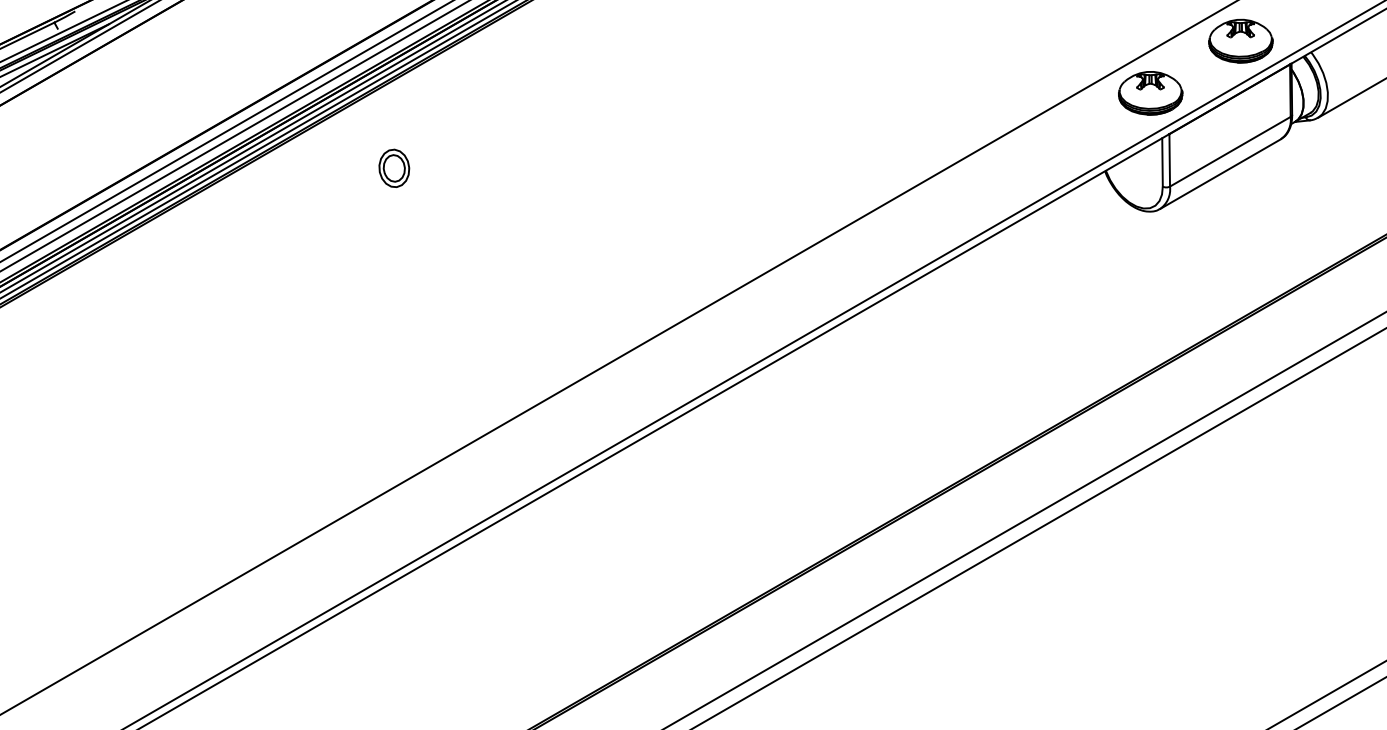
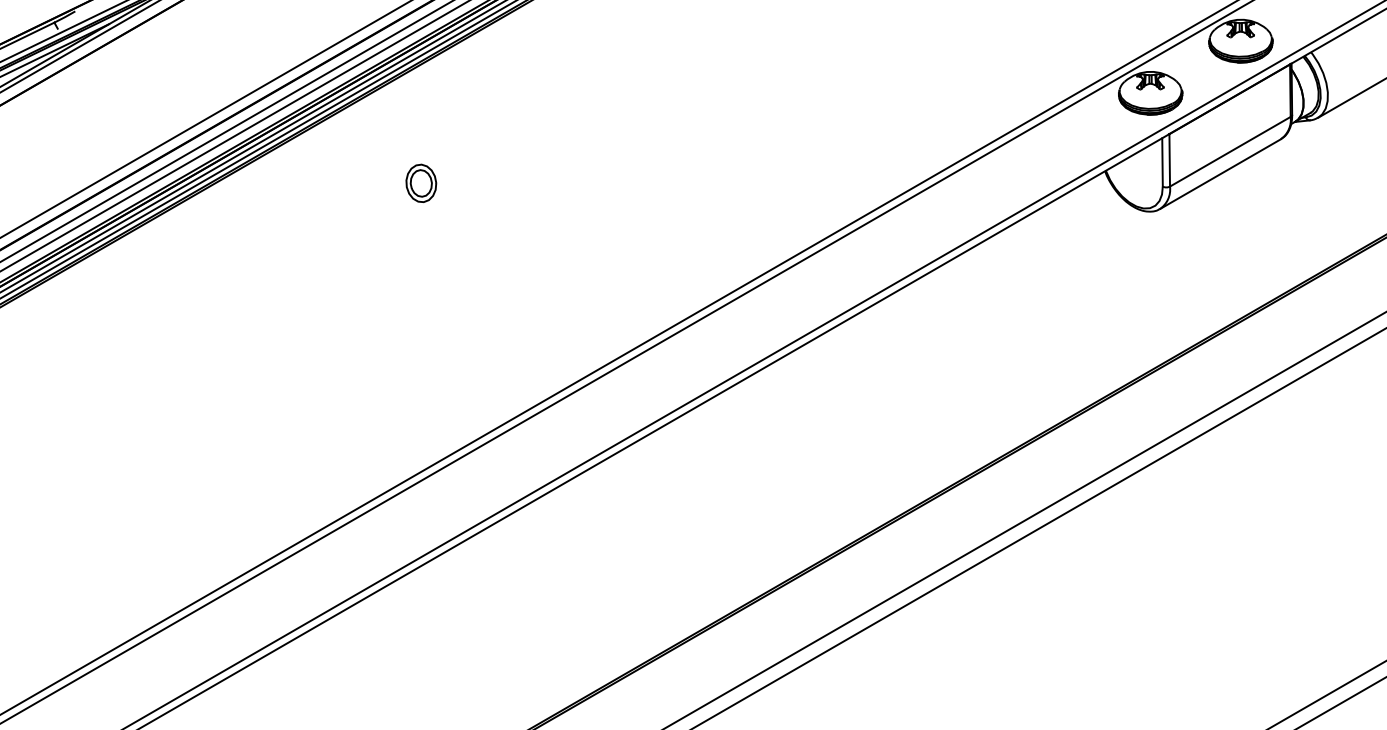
line at (205, 119): none -> present
part at (394, 167) position: (394, 167) -> (421, 182)
line at (626, 362): none -> present
